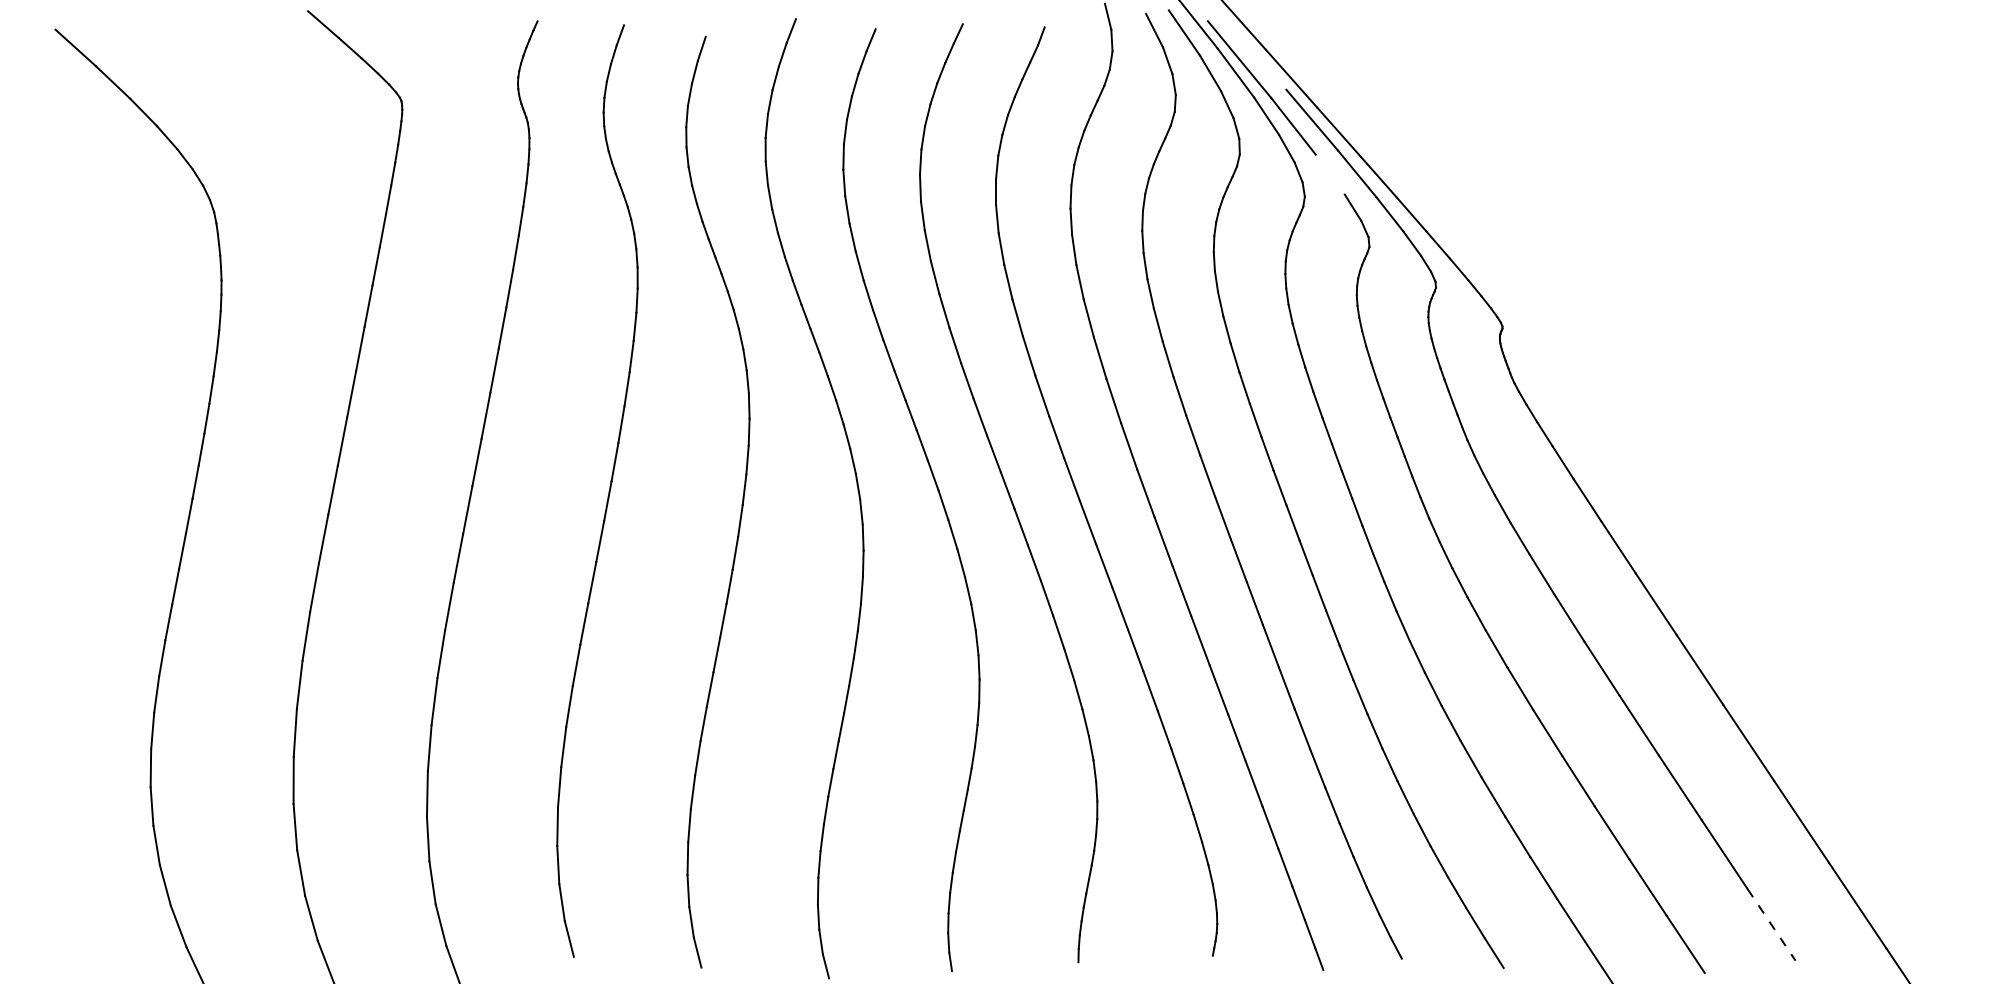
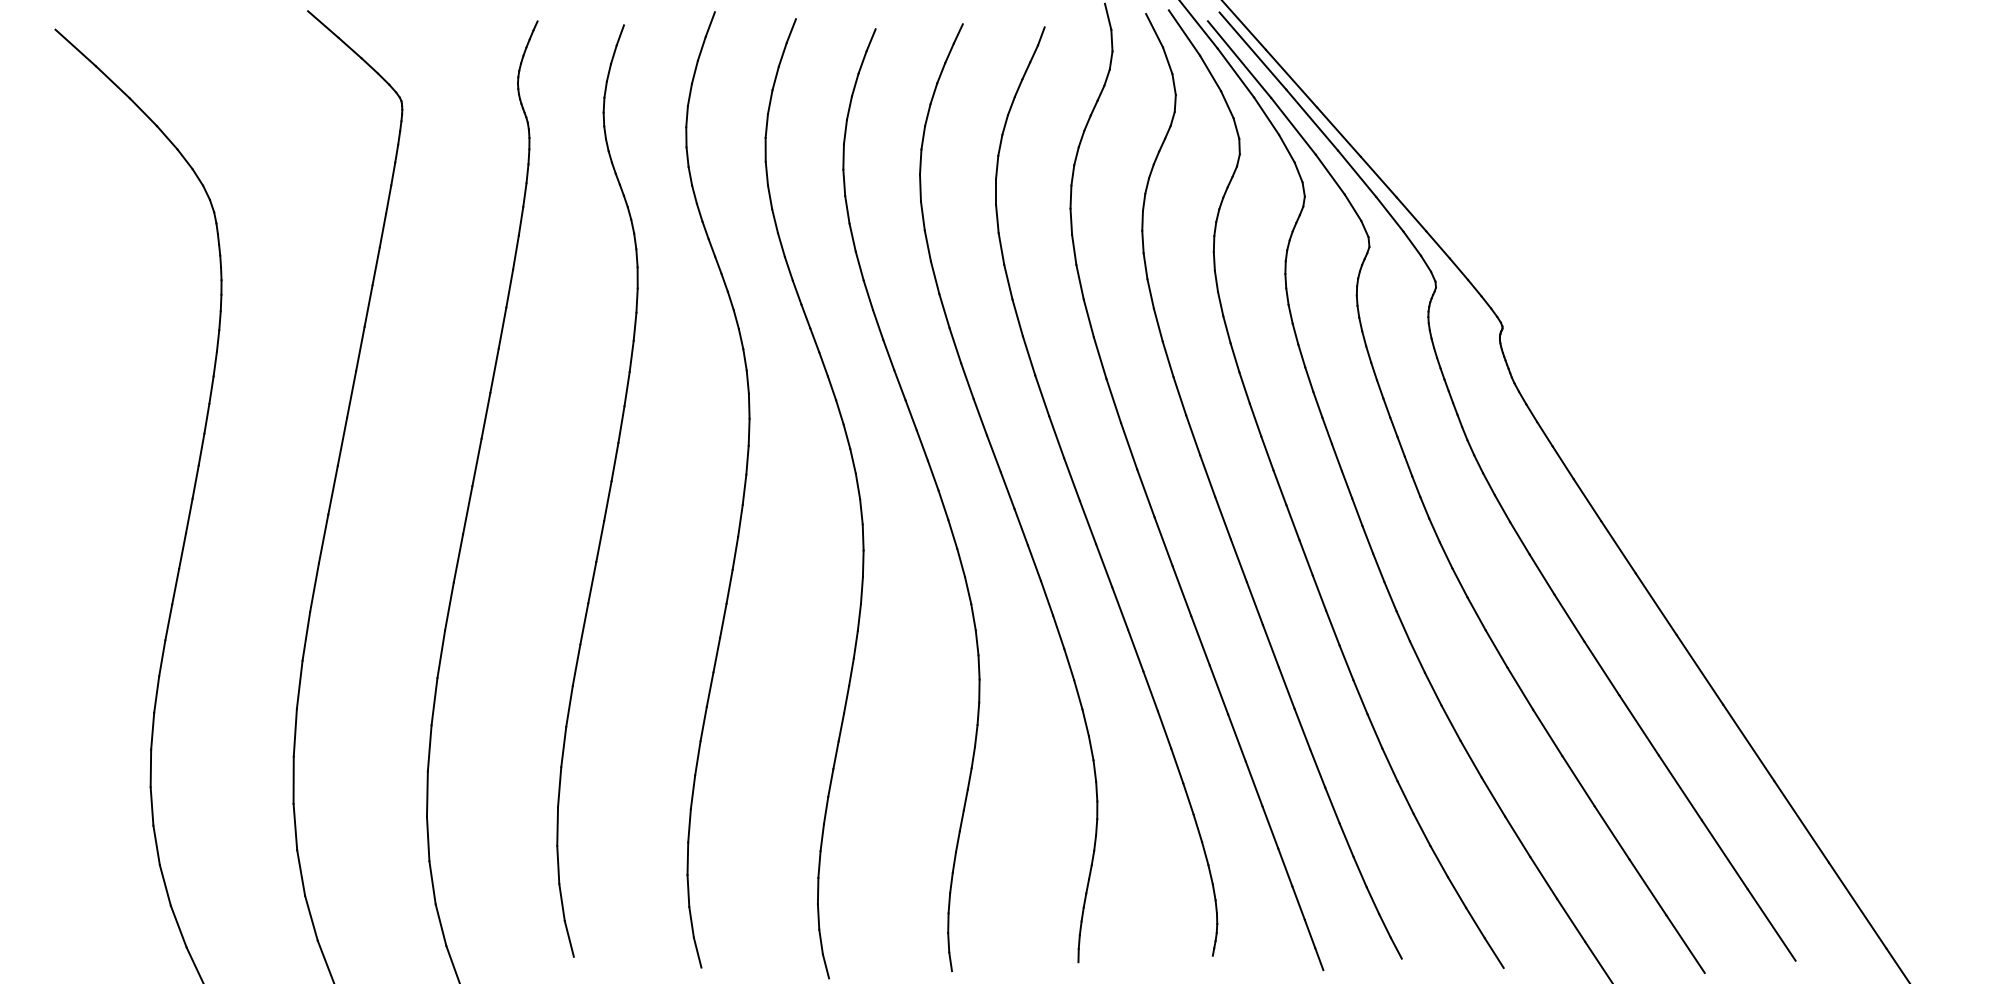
line at (709, 24): none -> present
line at (1252, 50): none -> present
line at (1329, 174): none -> present
line at (1771, 925): dashed -> solid
